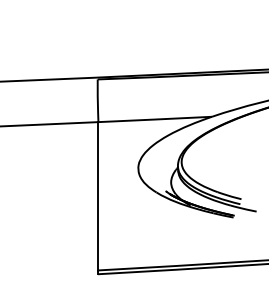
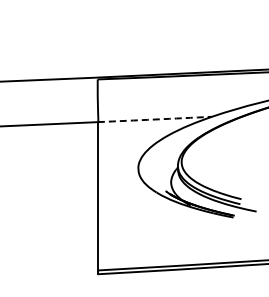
arc at (154, 119): solid -> dashed
